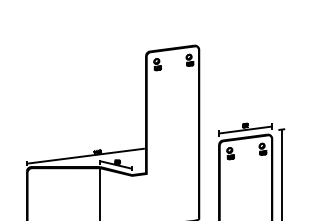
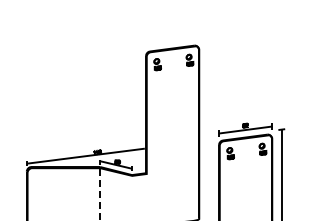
line at (100, 194): solid -> dashed
